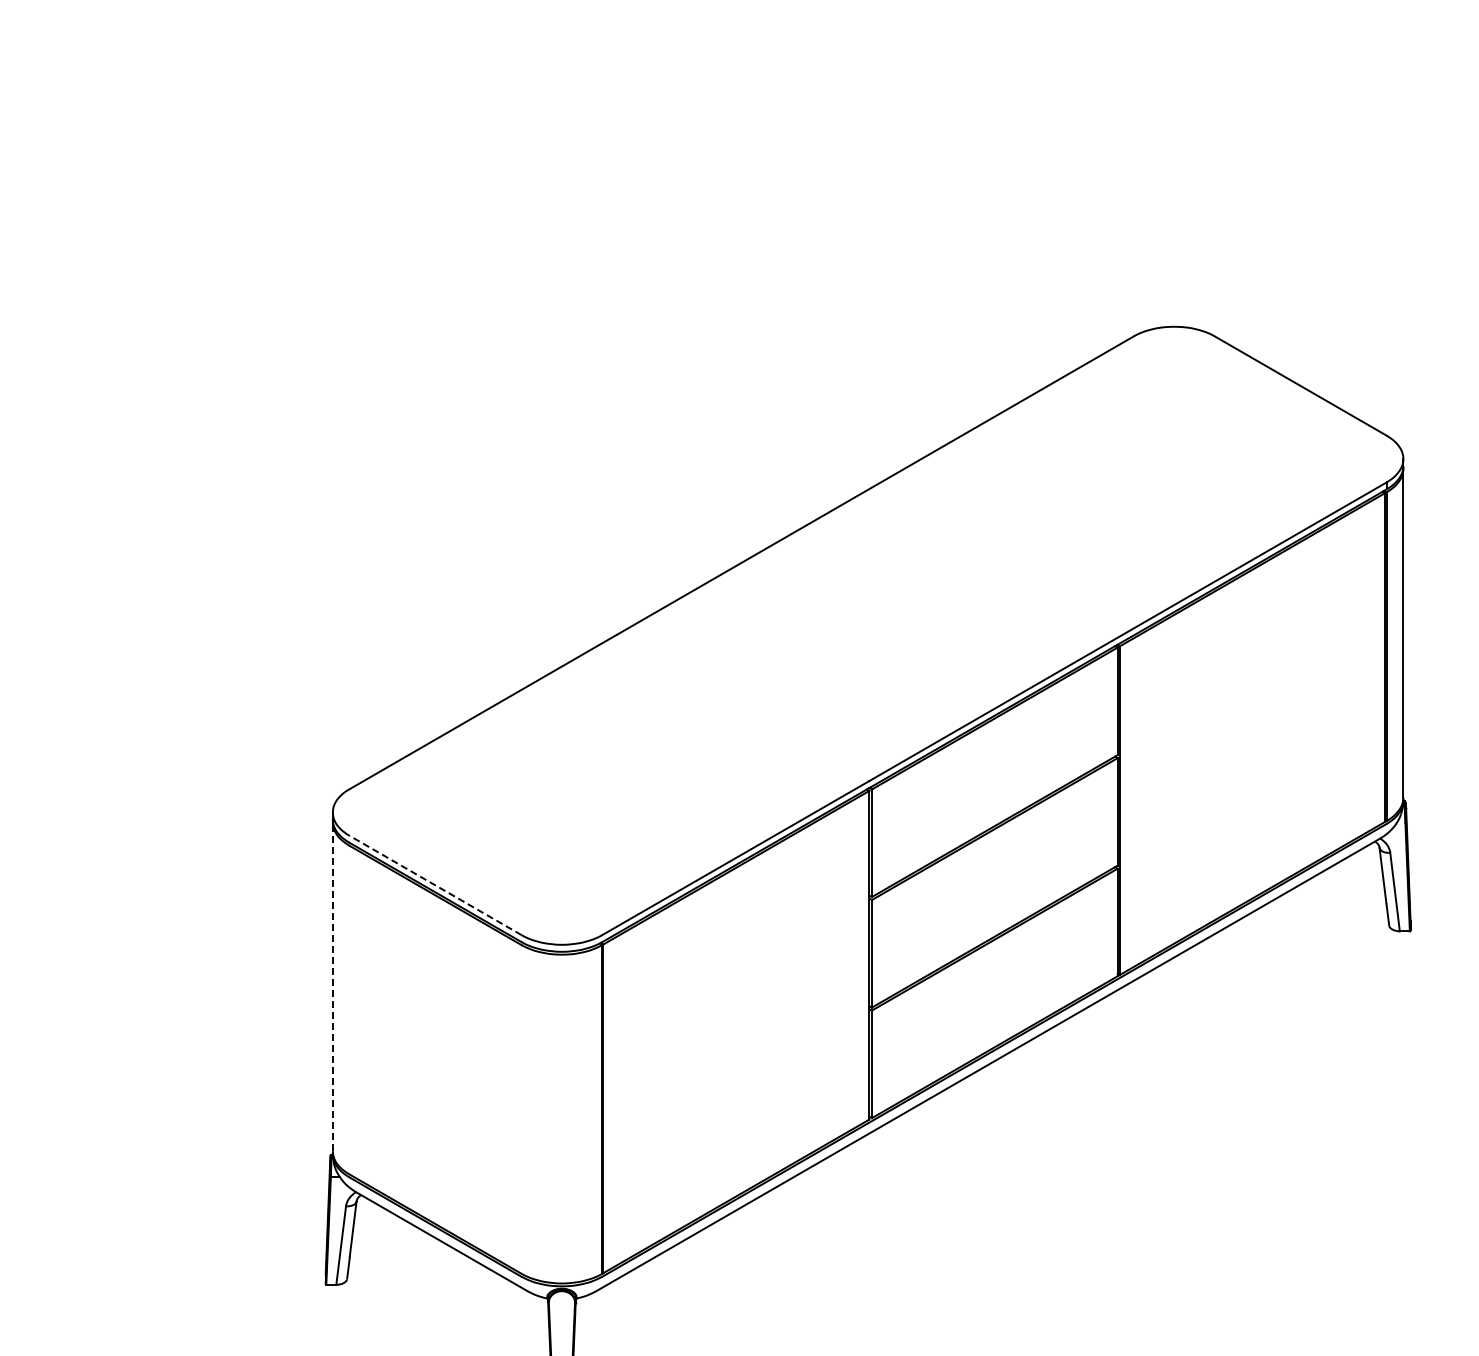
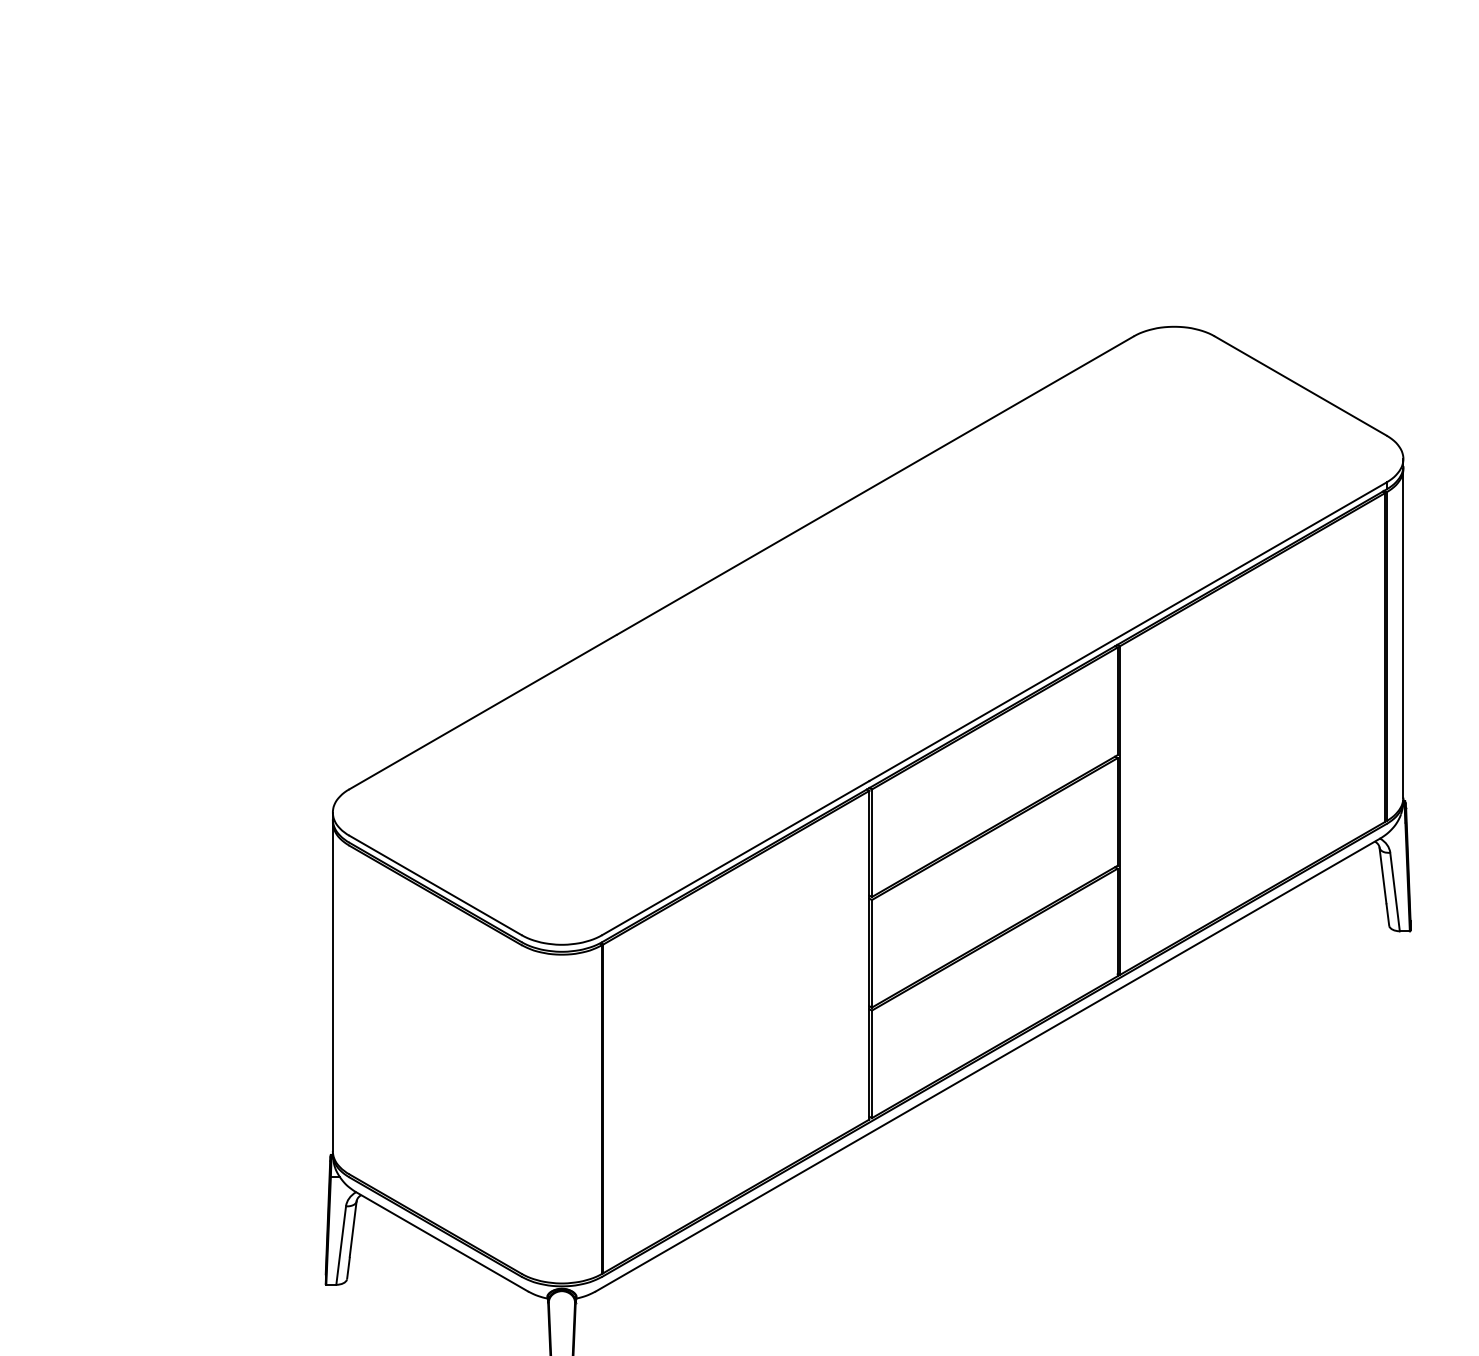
line at (435, 885): dashed -> solid
line at (332, 986): dashed -> solid
